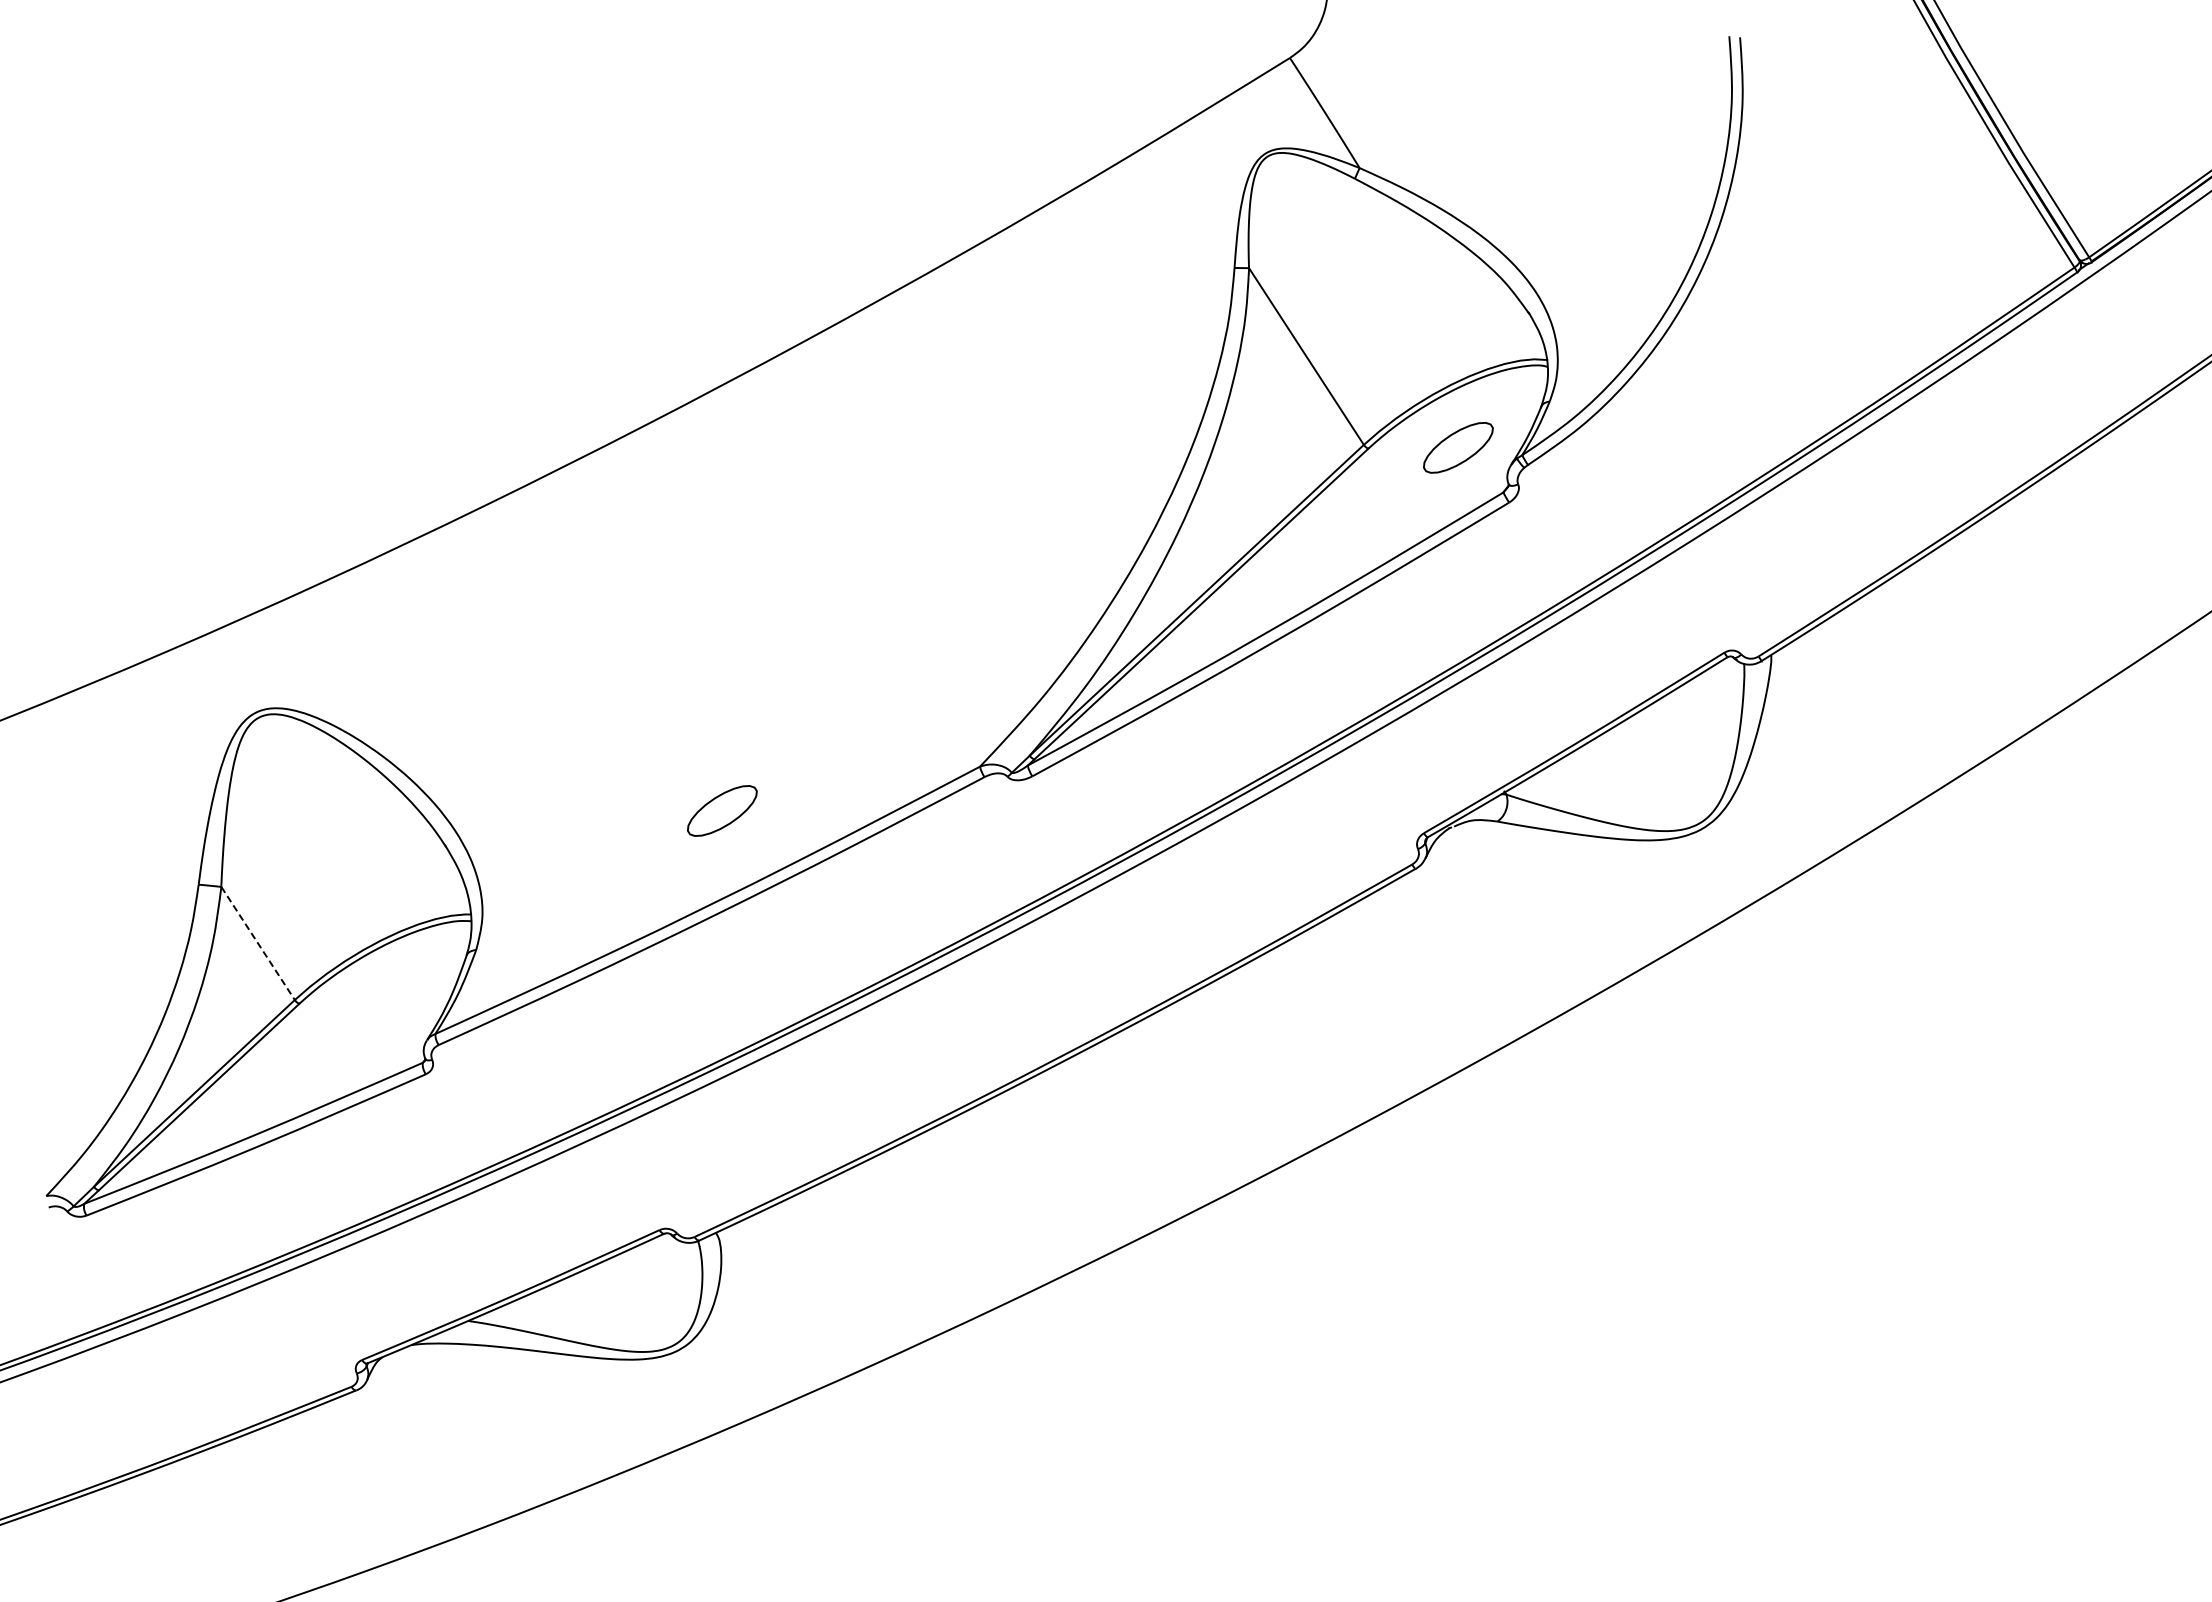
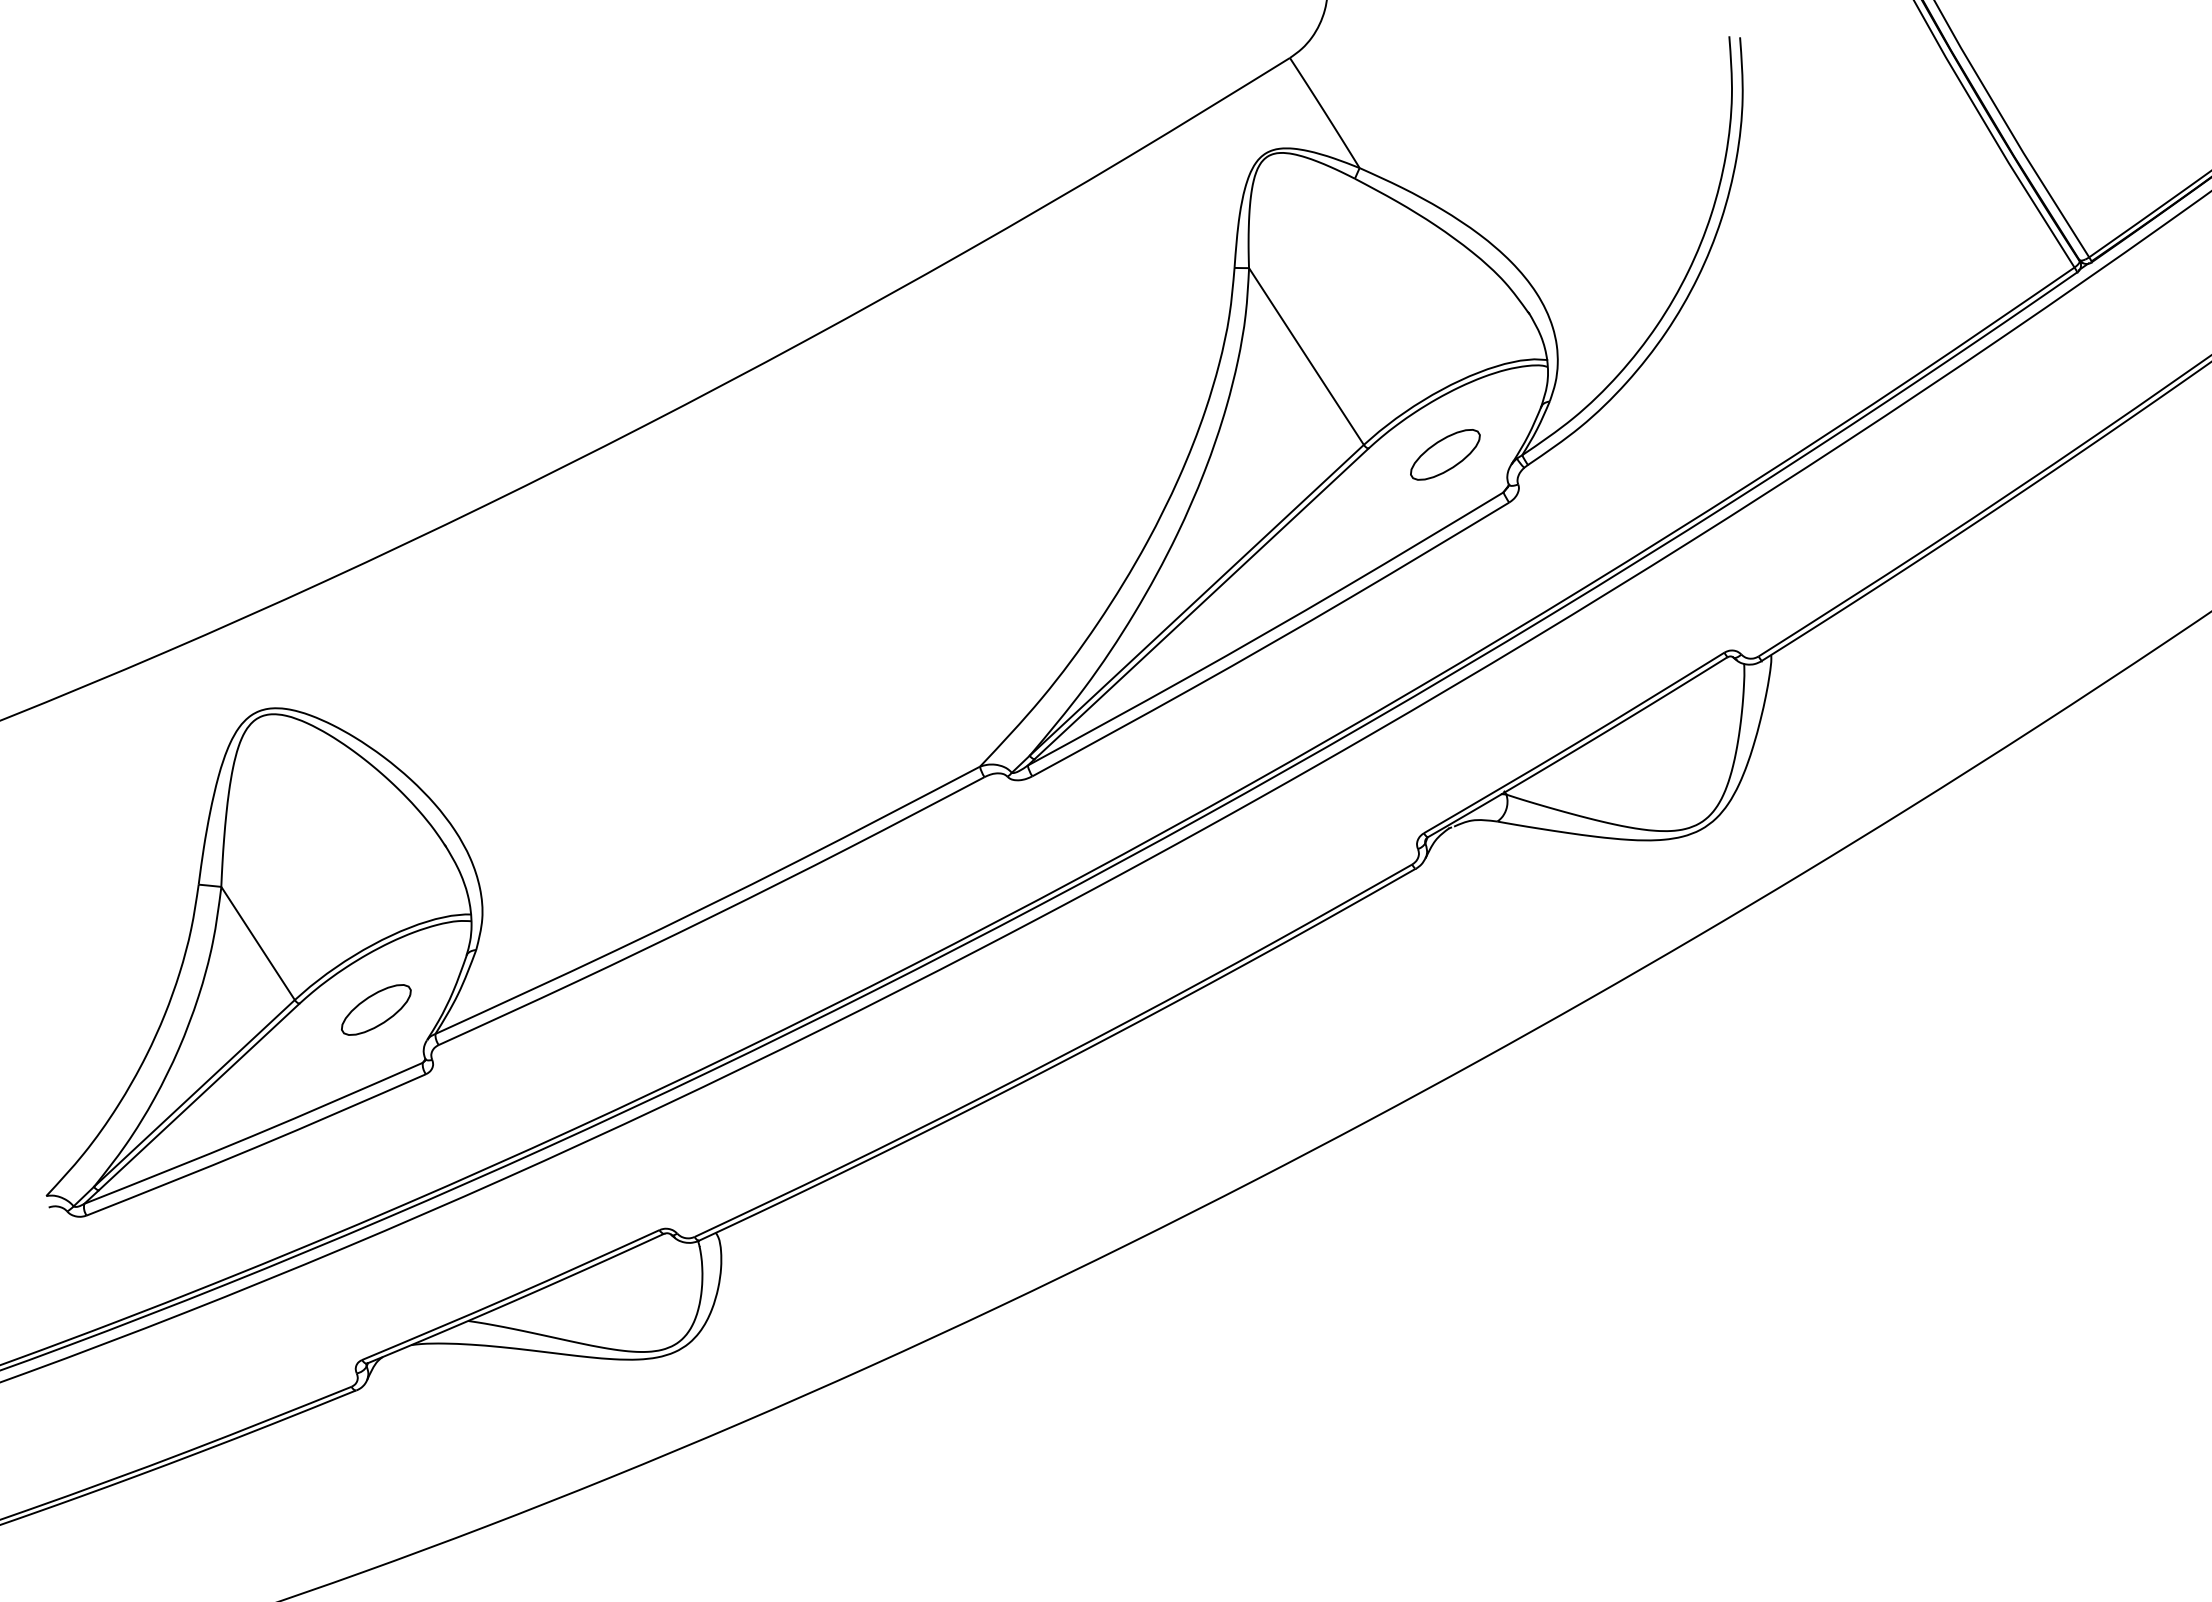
part at (1458, 447) position: (1458, 447) -> (1445, 454)
part at (722, 810) position: (722, 810) -> (376, 1009)
line at (258, 943): dashed -> solid
